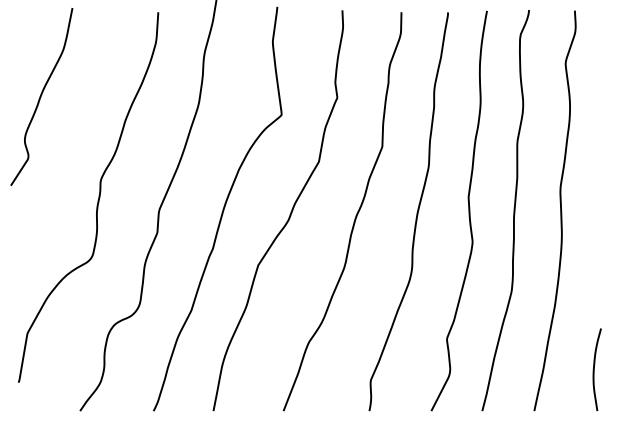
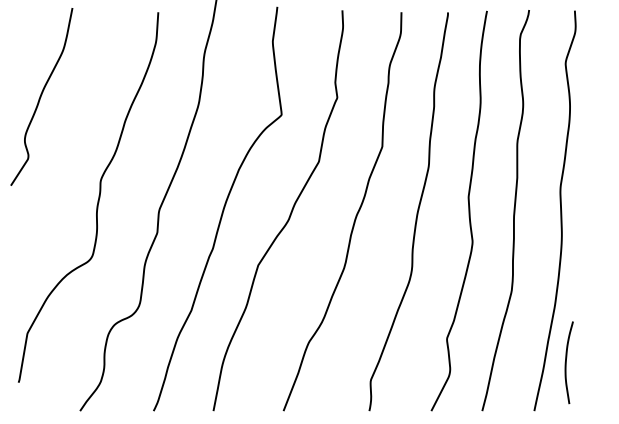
curve at (594, 369) position: (594, 369) -> (566, 362)
